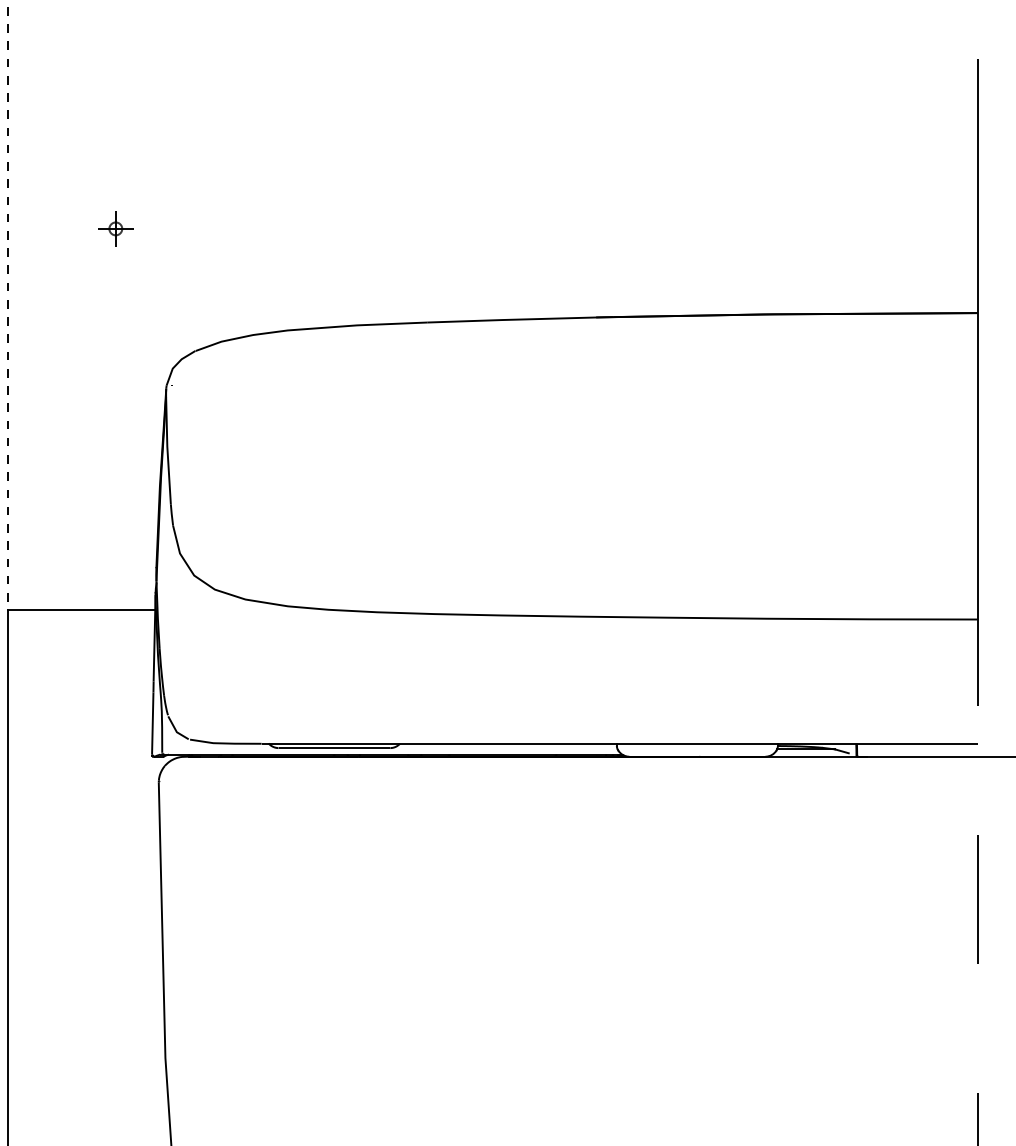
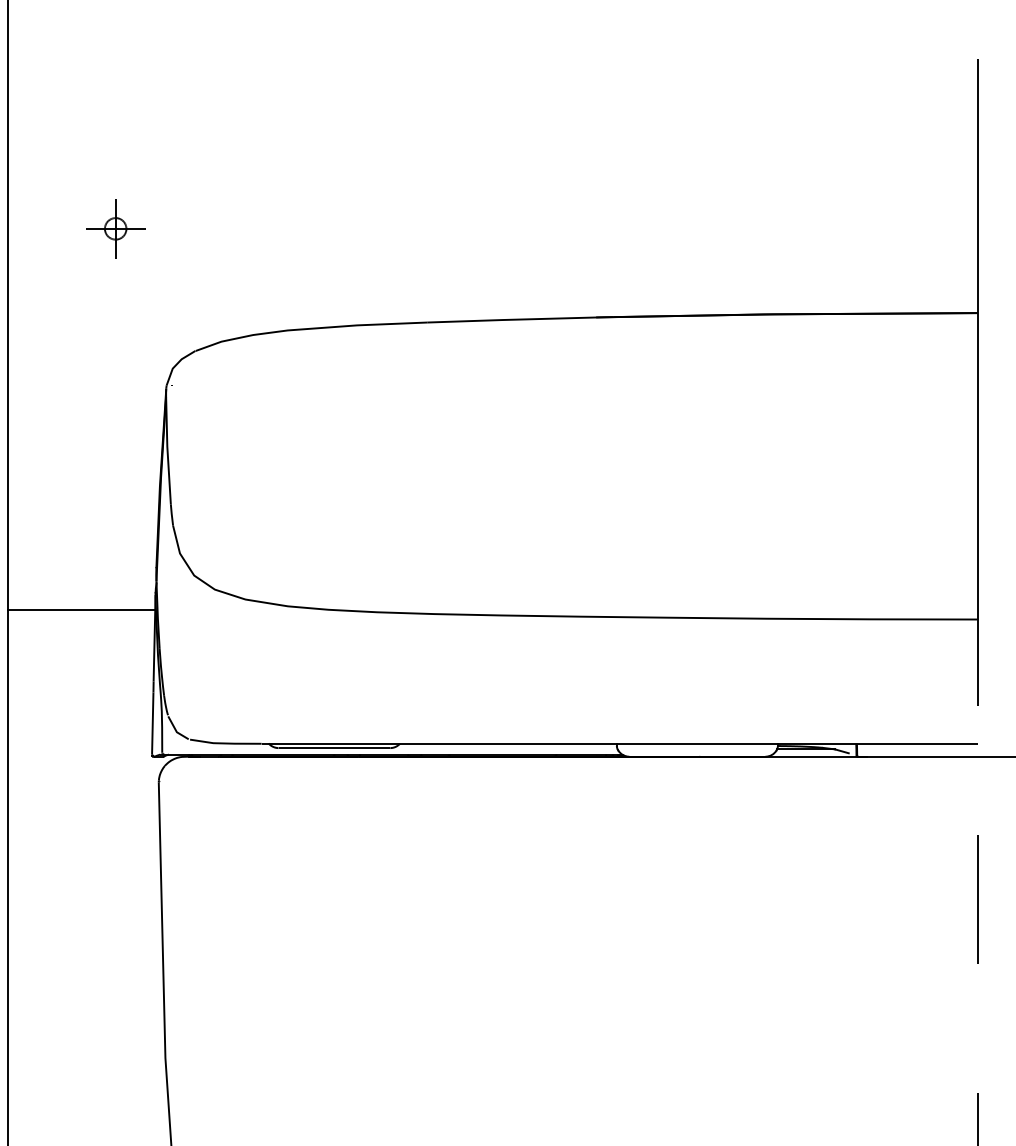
part at (115, 228) size: 36x36 px -> 60x60 px
line at (7, 305): dashed -> solid
